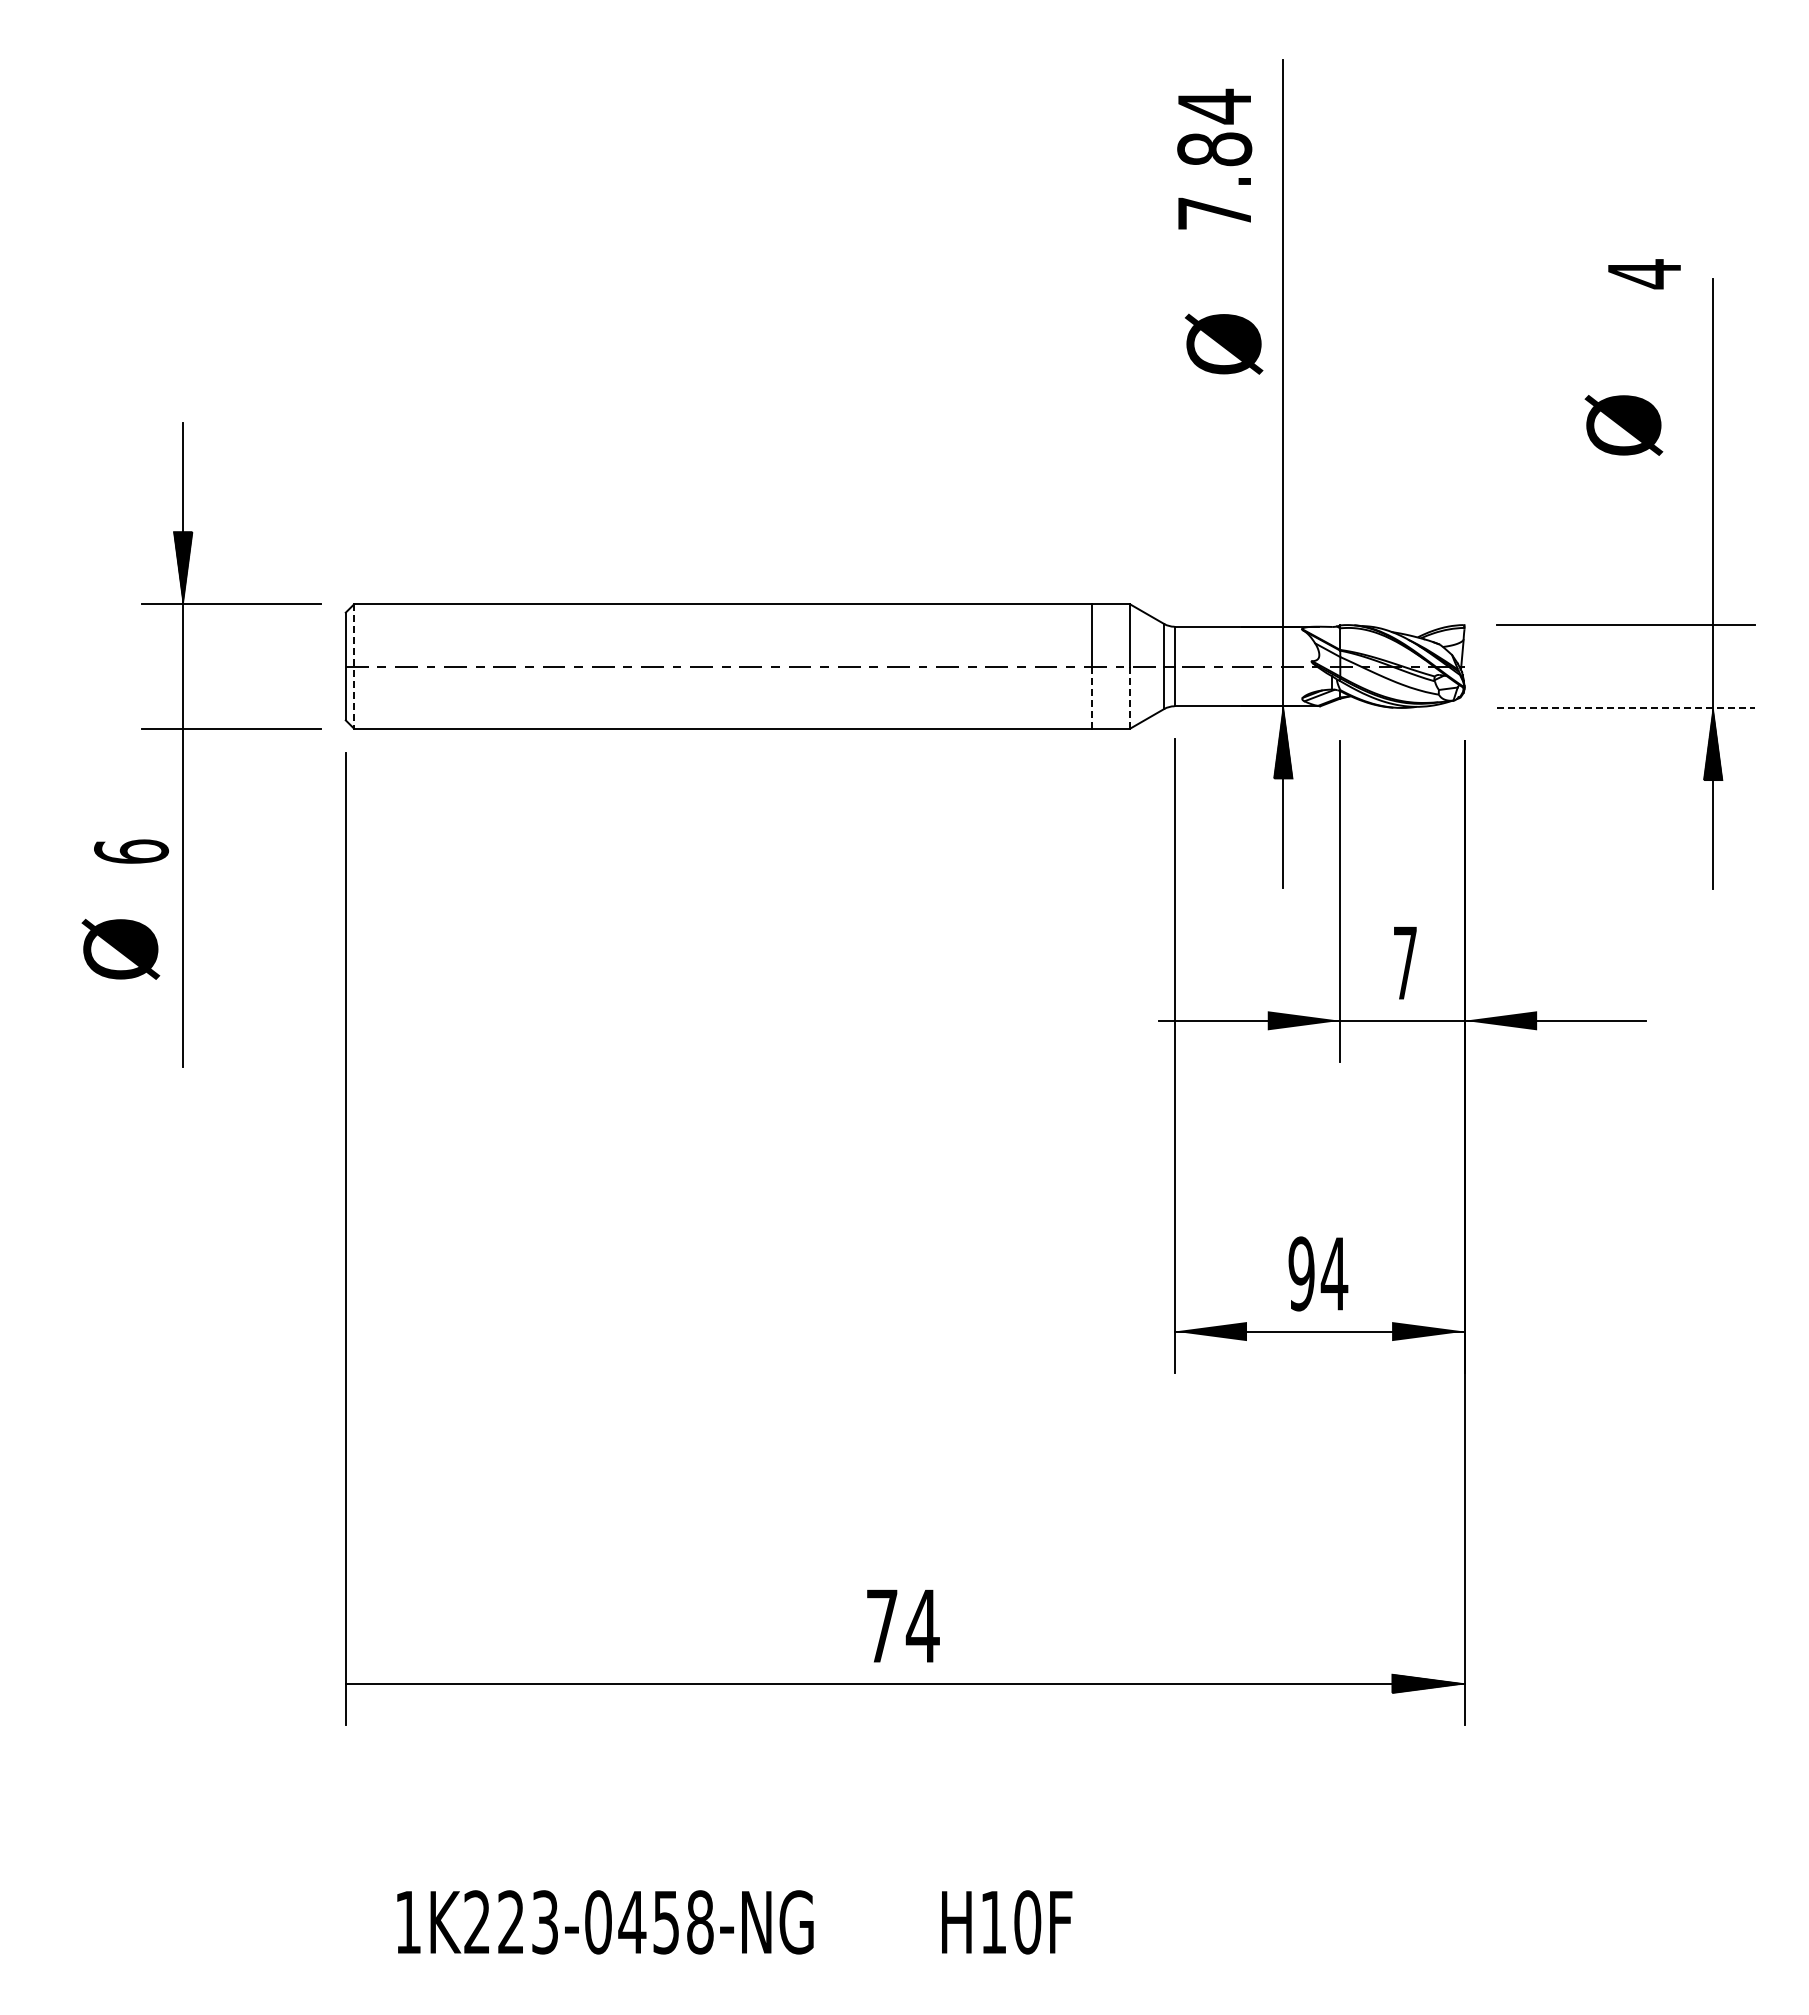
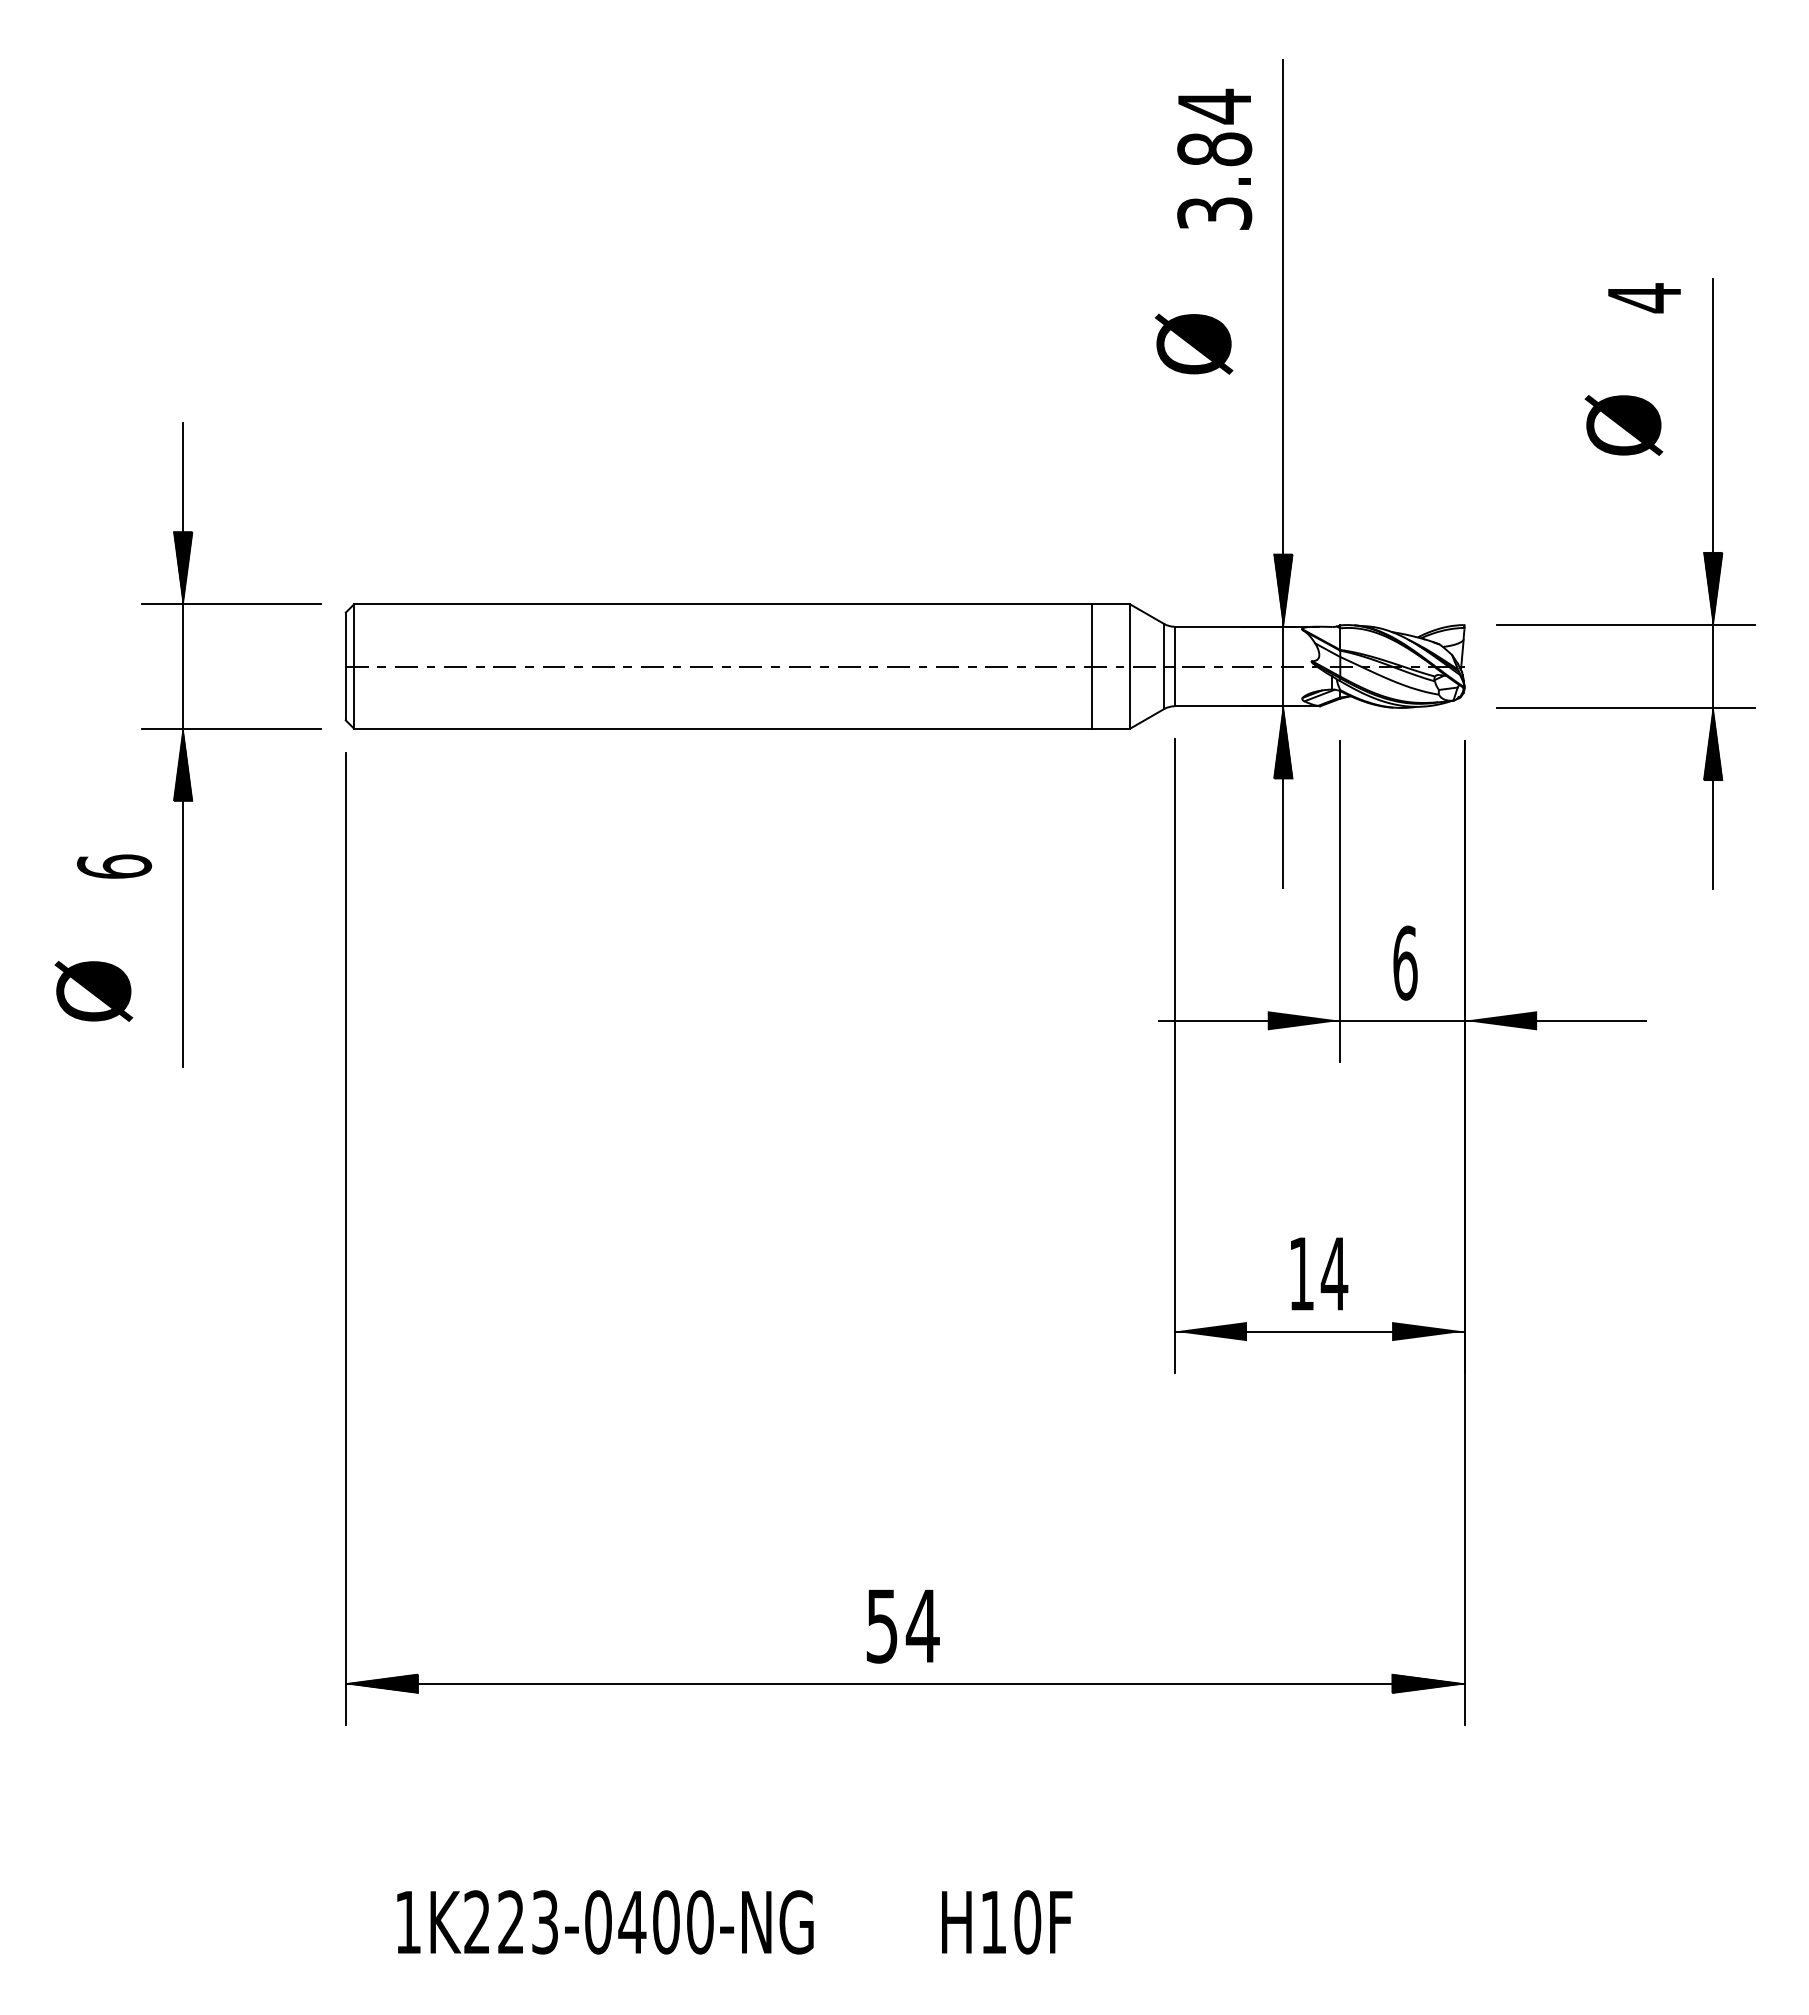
text at (1214, 213): 7.84 -> 3.84
text at (1644, 274) position: (1644, 274) -> (1644, 298)
text at (1224, 343) position: (1224, 343) -> (1194, 343)
hatch at (1712, 588): none -> present
hatch at (1282, 590): none -> present
line at (354, 667): dashed -> solid
line at (1091, 698): dashed -> solid
line at (1130, 698): dashed -> solid
line at (1626, 707): dashed -> solid
hatch at (182, 764): none -> present
text at (131, 851) position: (131, 851) -> (114, 866)
text at (120, 948) position: (120, 948) -> (93, 990)
text at (1405, 962): 7 -> 6
text at (1301, 1273): 94 -> 14
text at (881, 1626): 74 -> 54
hatch at (382, 1683): none -> present
text at (683, 1922): 1K223-0458-NG -> 1K223-0400-NG
